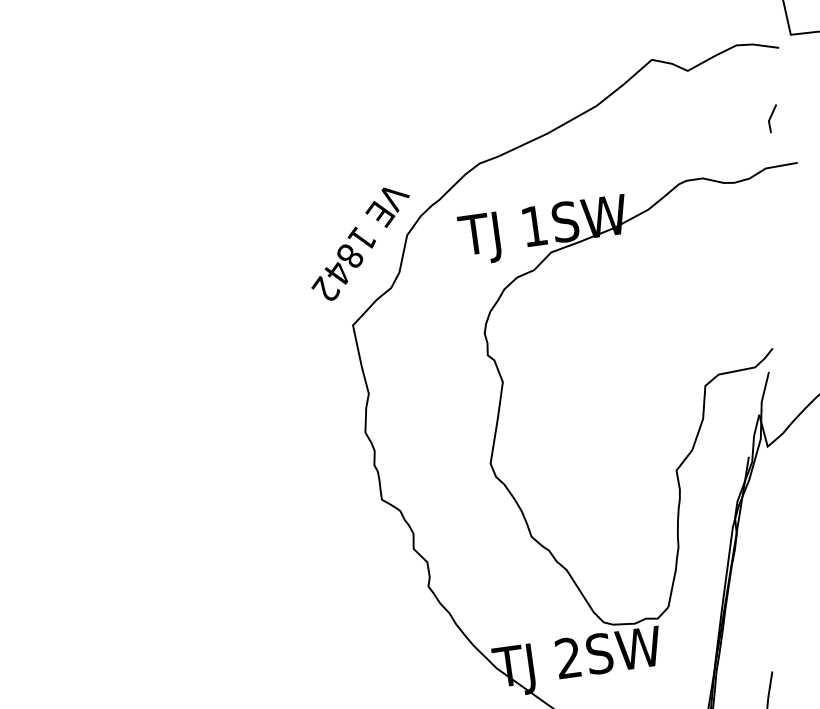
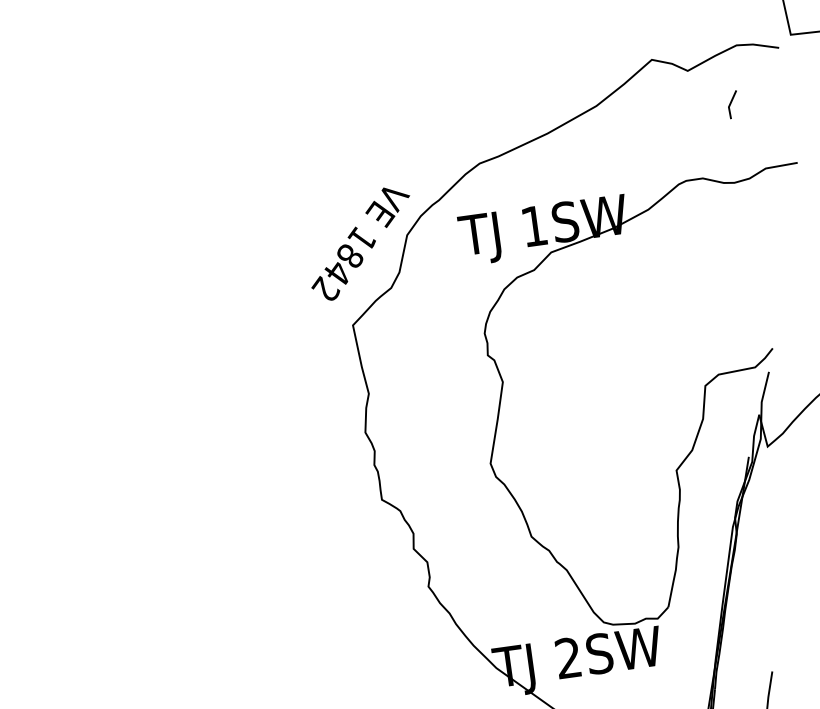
line at (771, 118) position: (771, 118) -> (731, 104)
